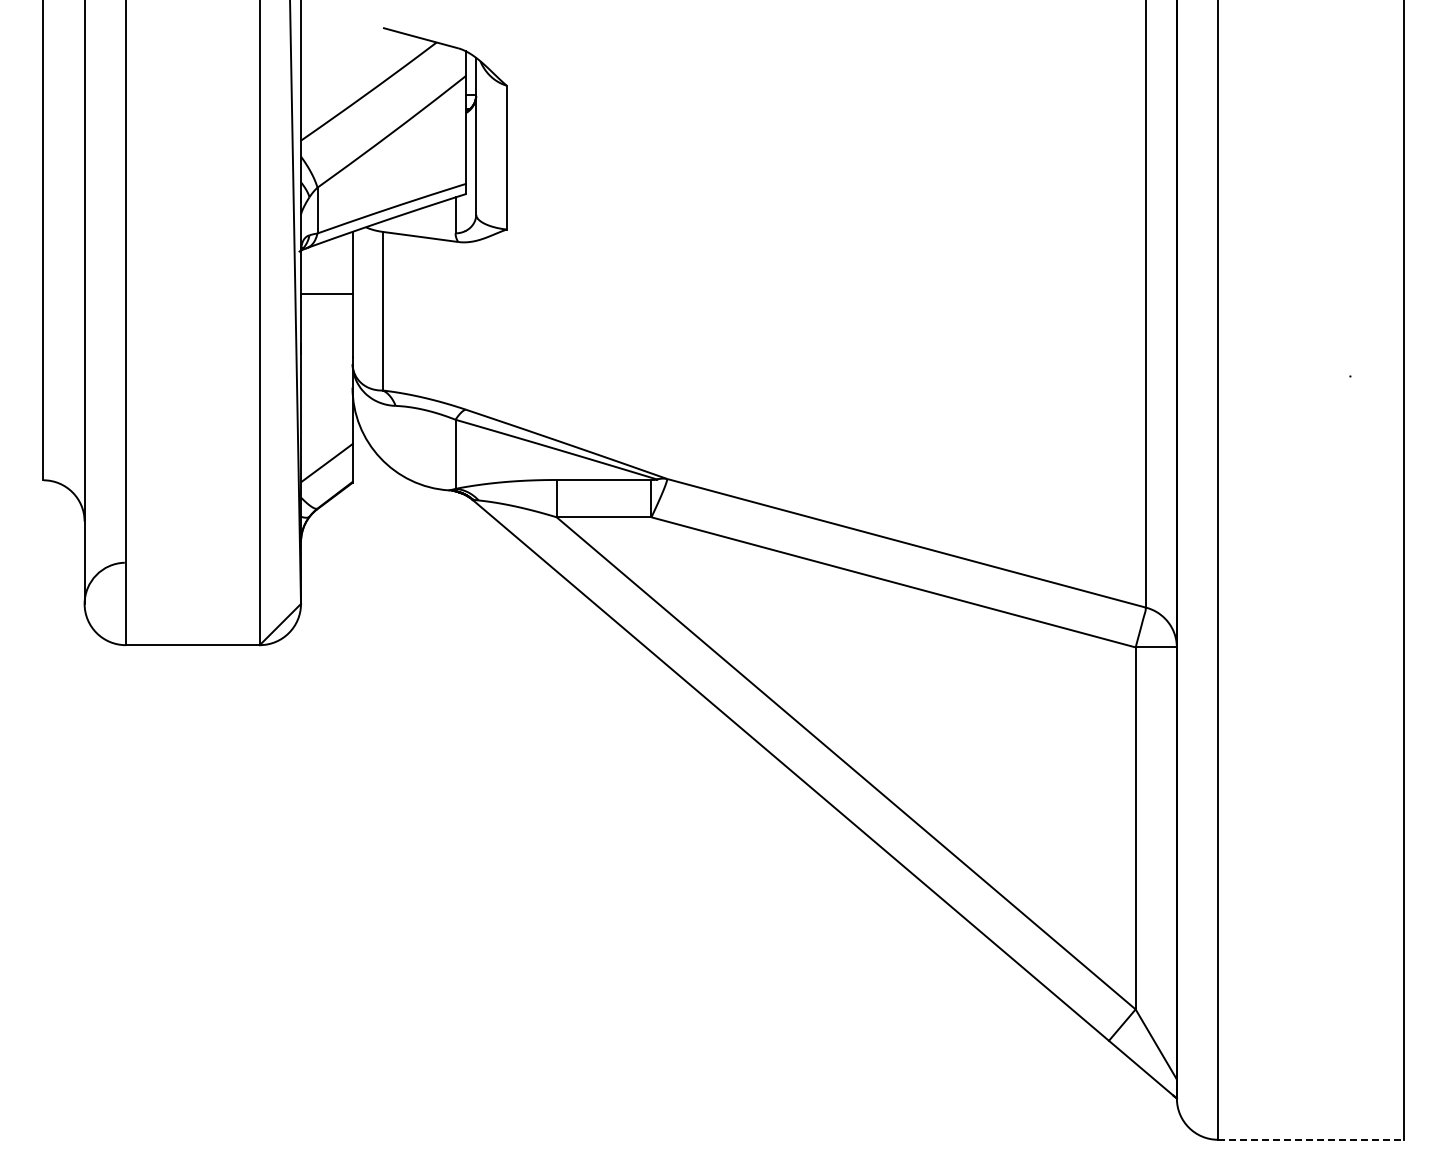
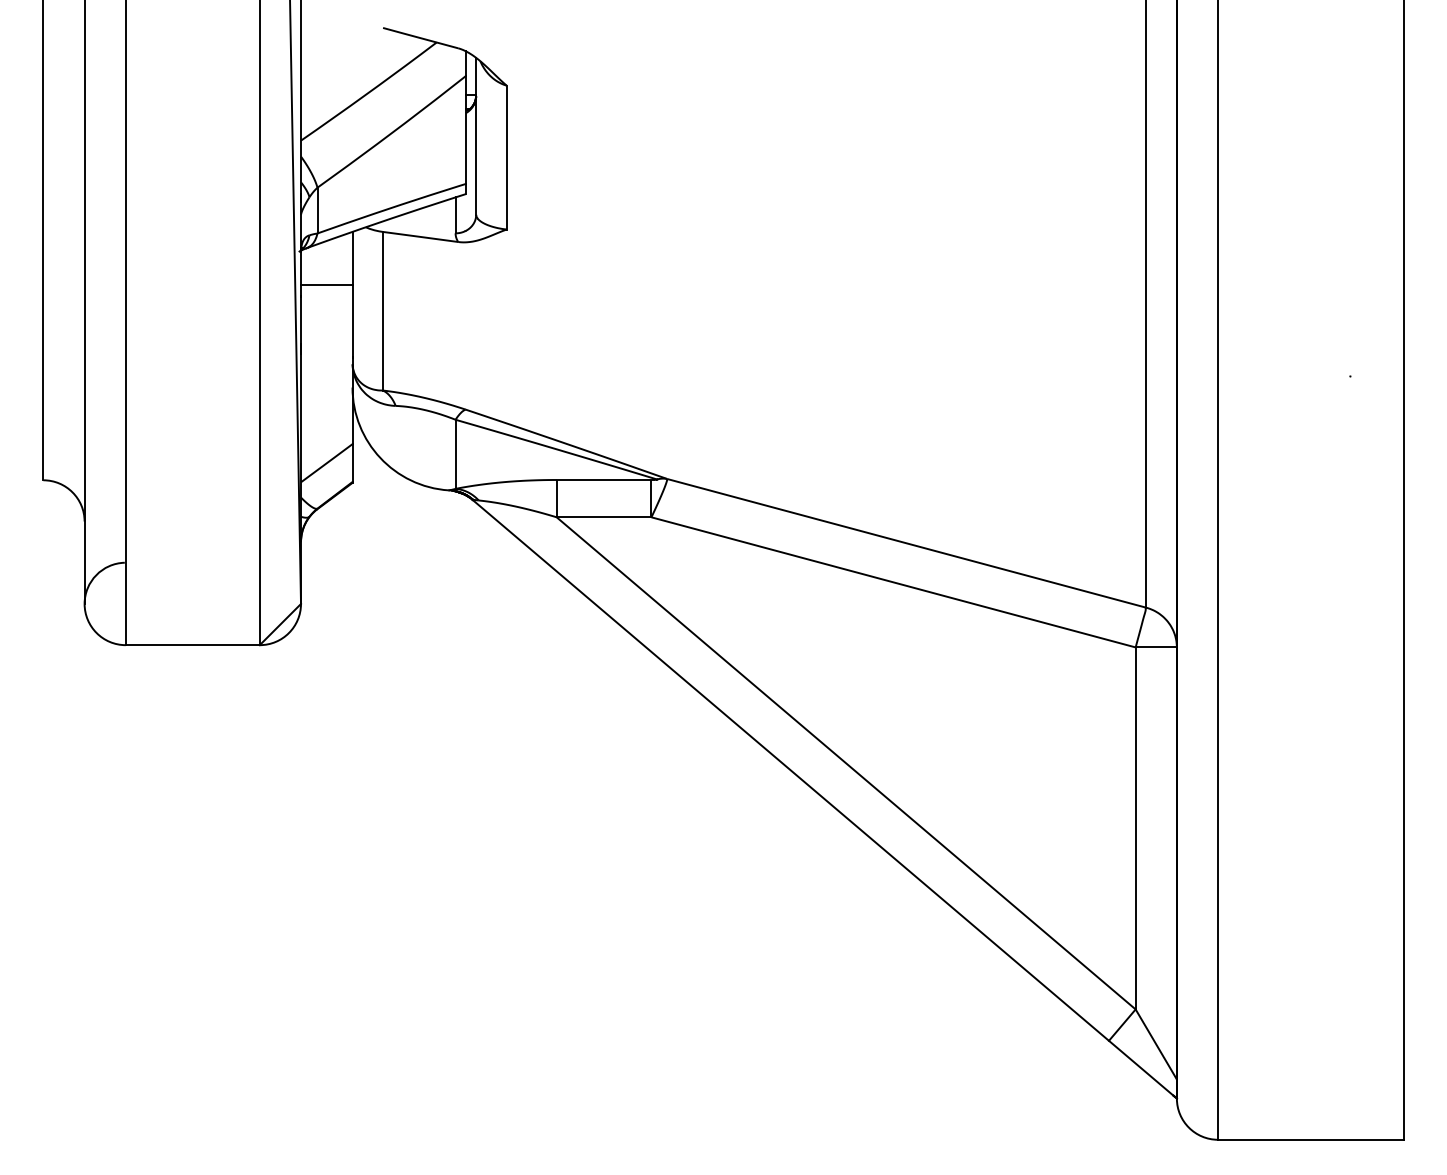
line at (326, 294) position: (326, 294) -> (326, 285)
line at (1310, 1139): dashed -> solid
